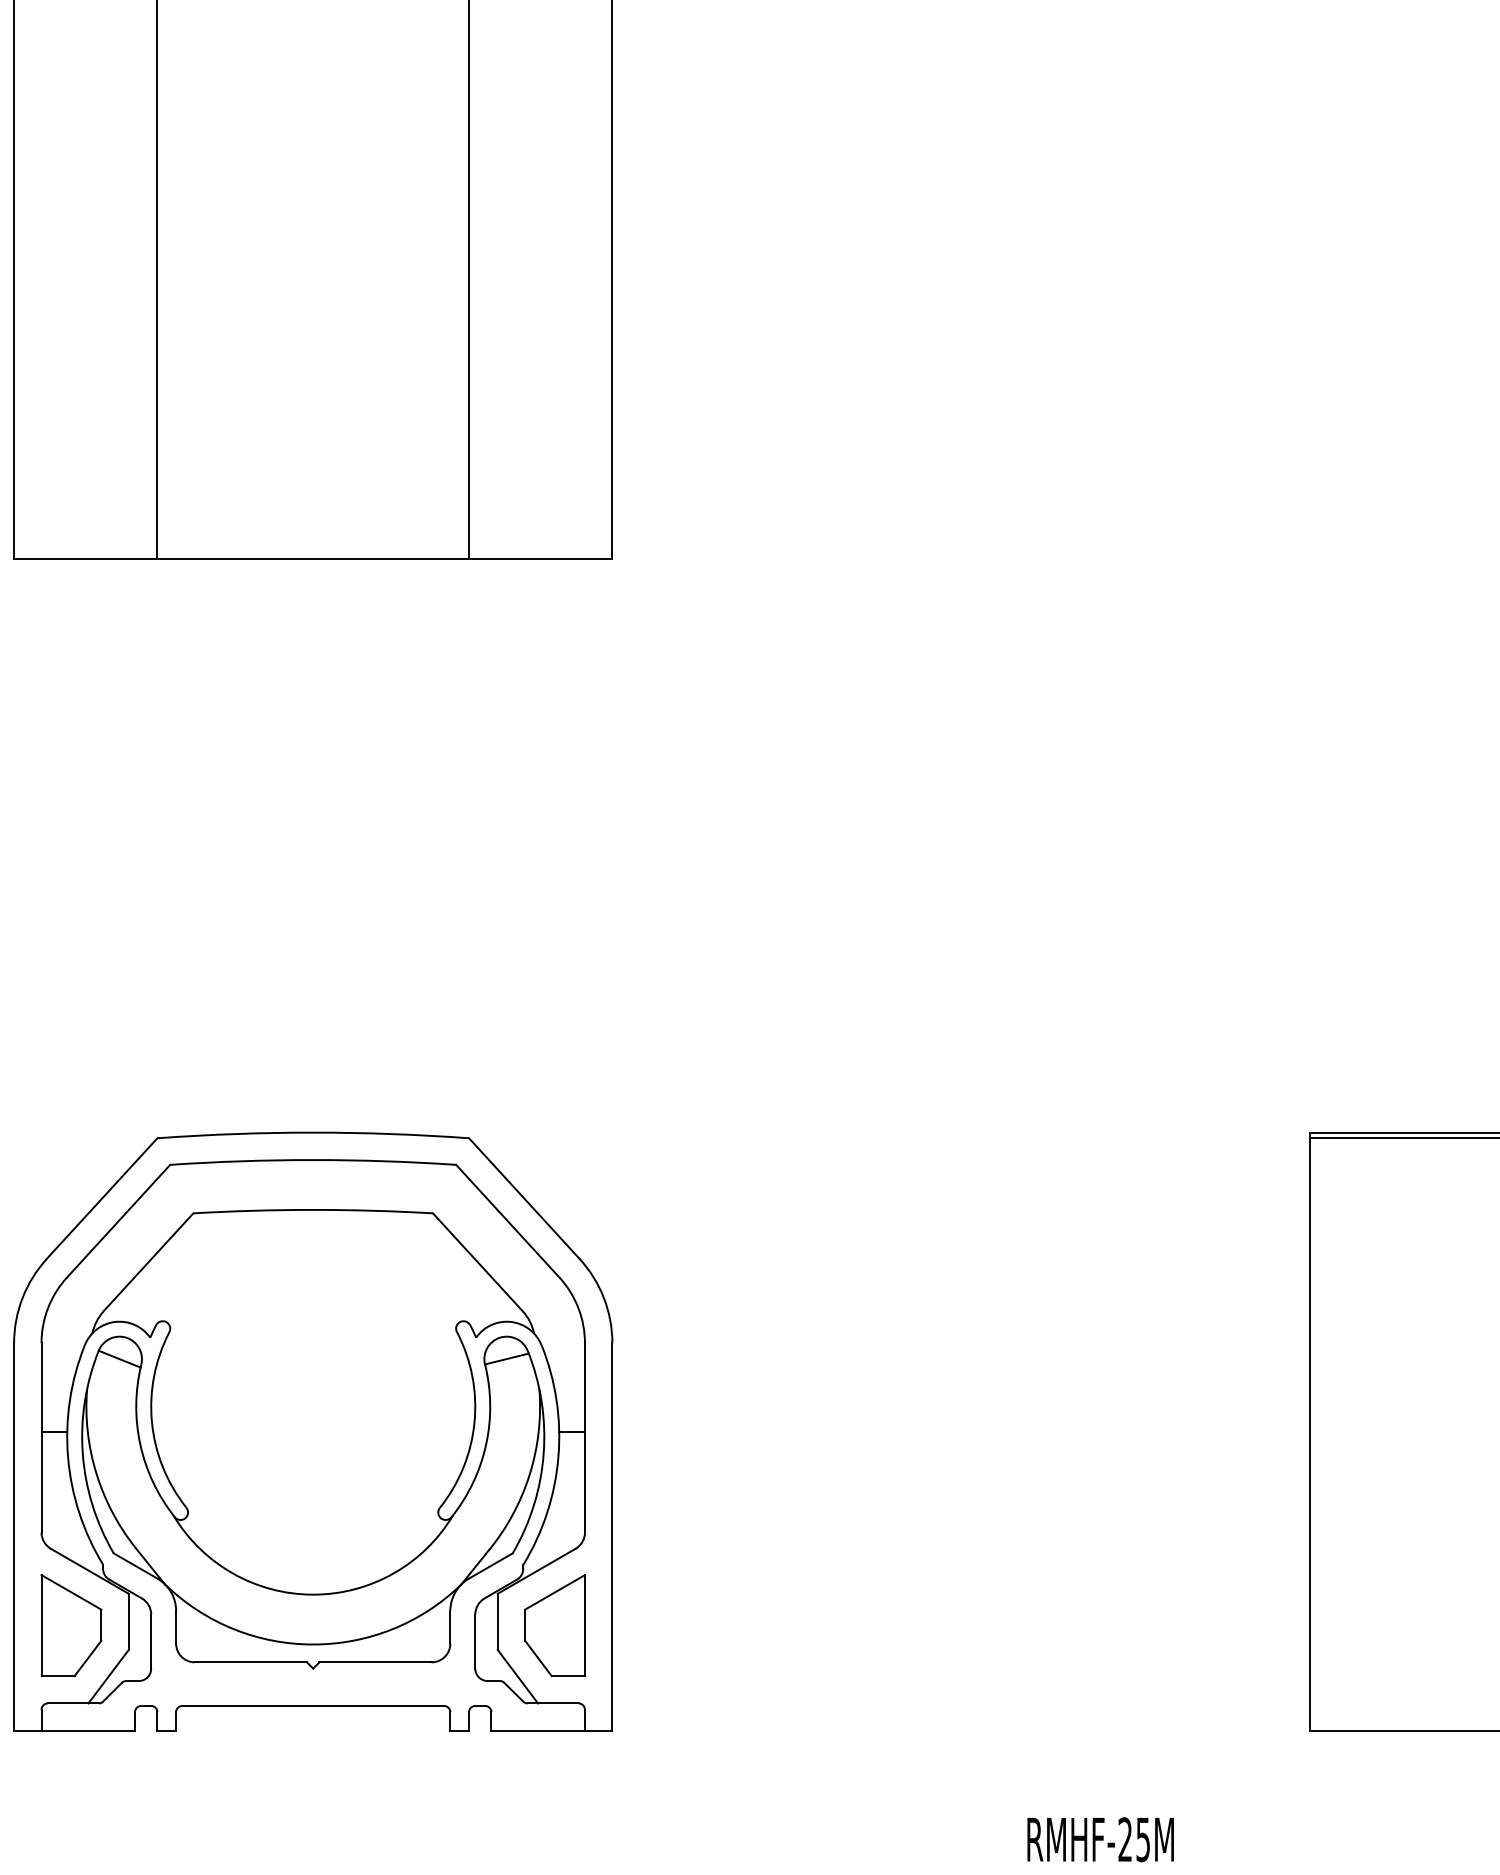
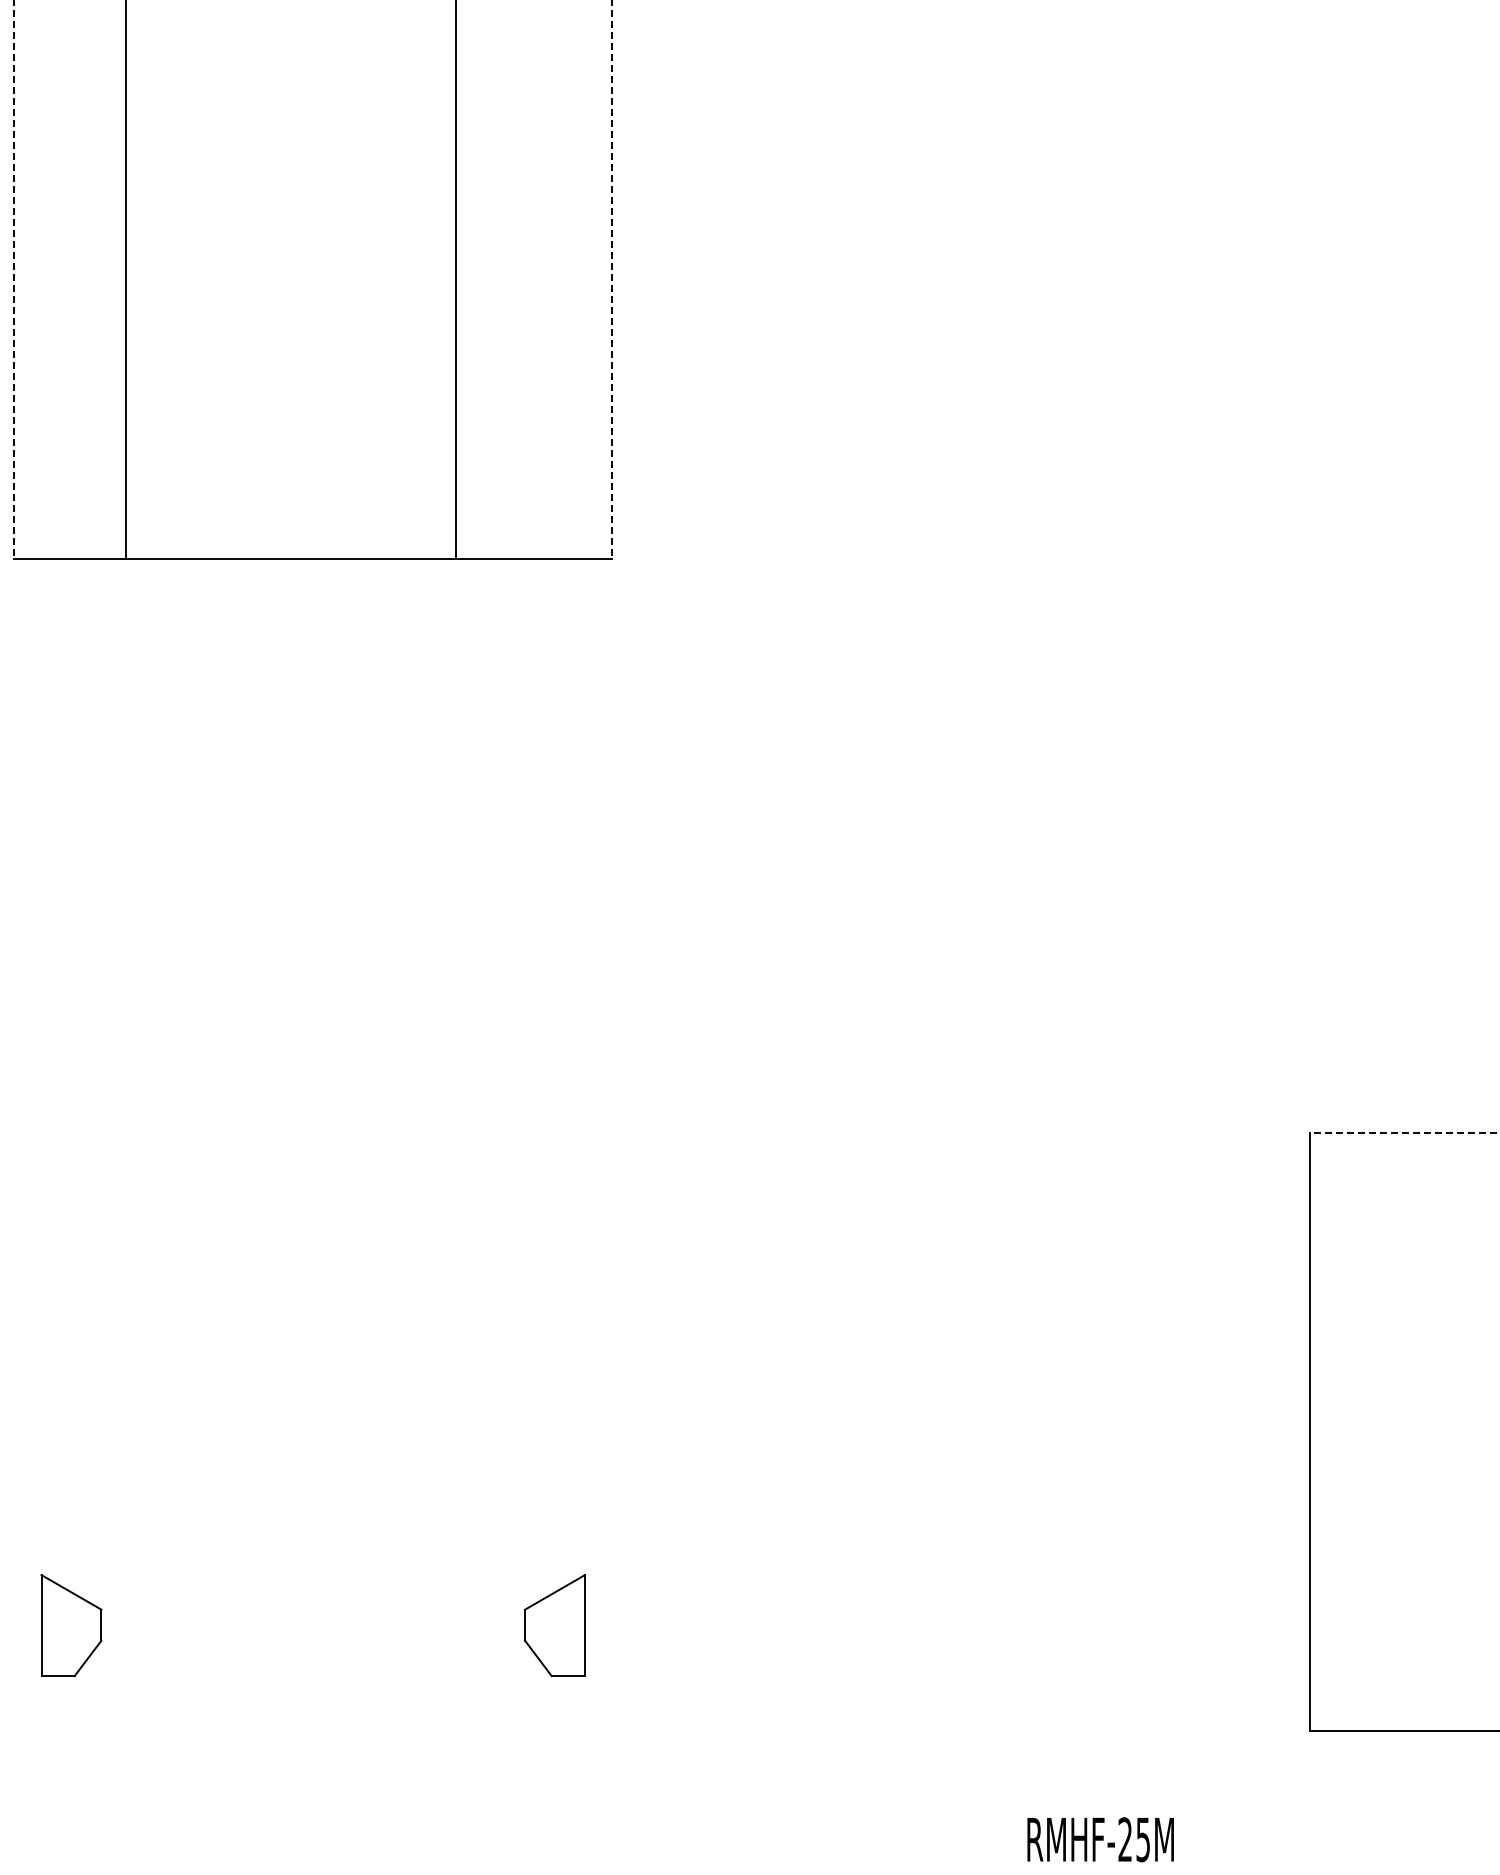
line at (14, 280): solid -> dashed
line at (157, 280) position: (157, 280) -> (126, 280)
line at (469, 280) position: (469, 280) -> (456, 280)
line at (612, 280): solid -> dashed
line at (1404, 1132): solid -> dashed
line at (1403, 1138): present -> none
part at (313, 1431): present -> none
